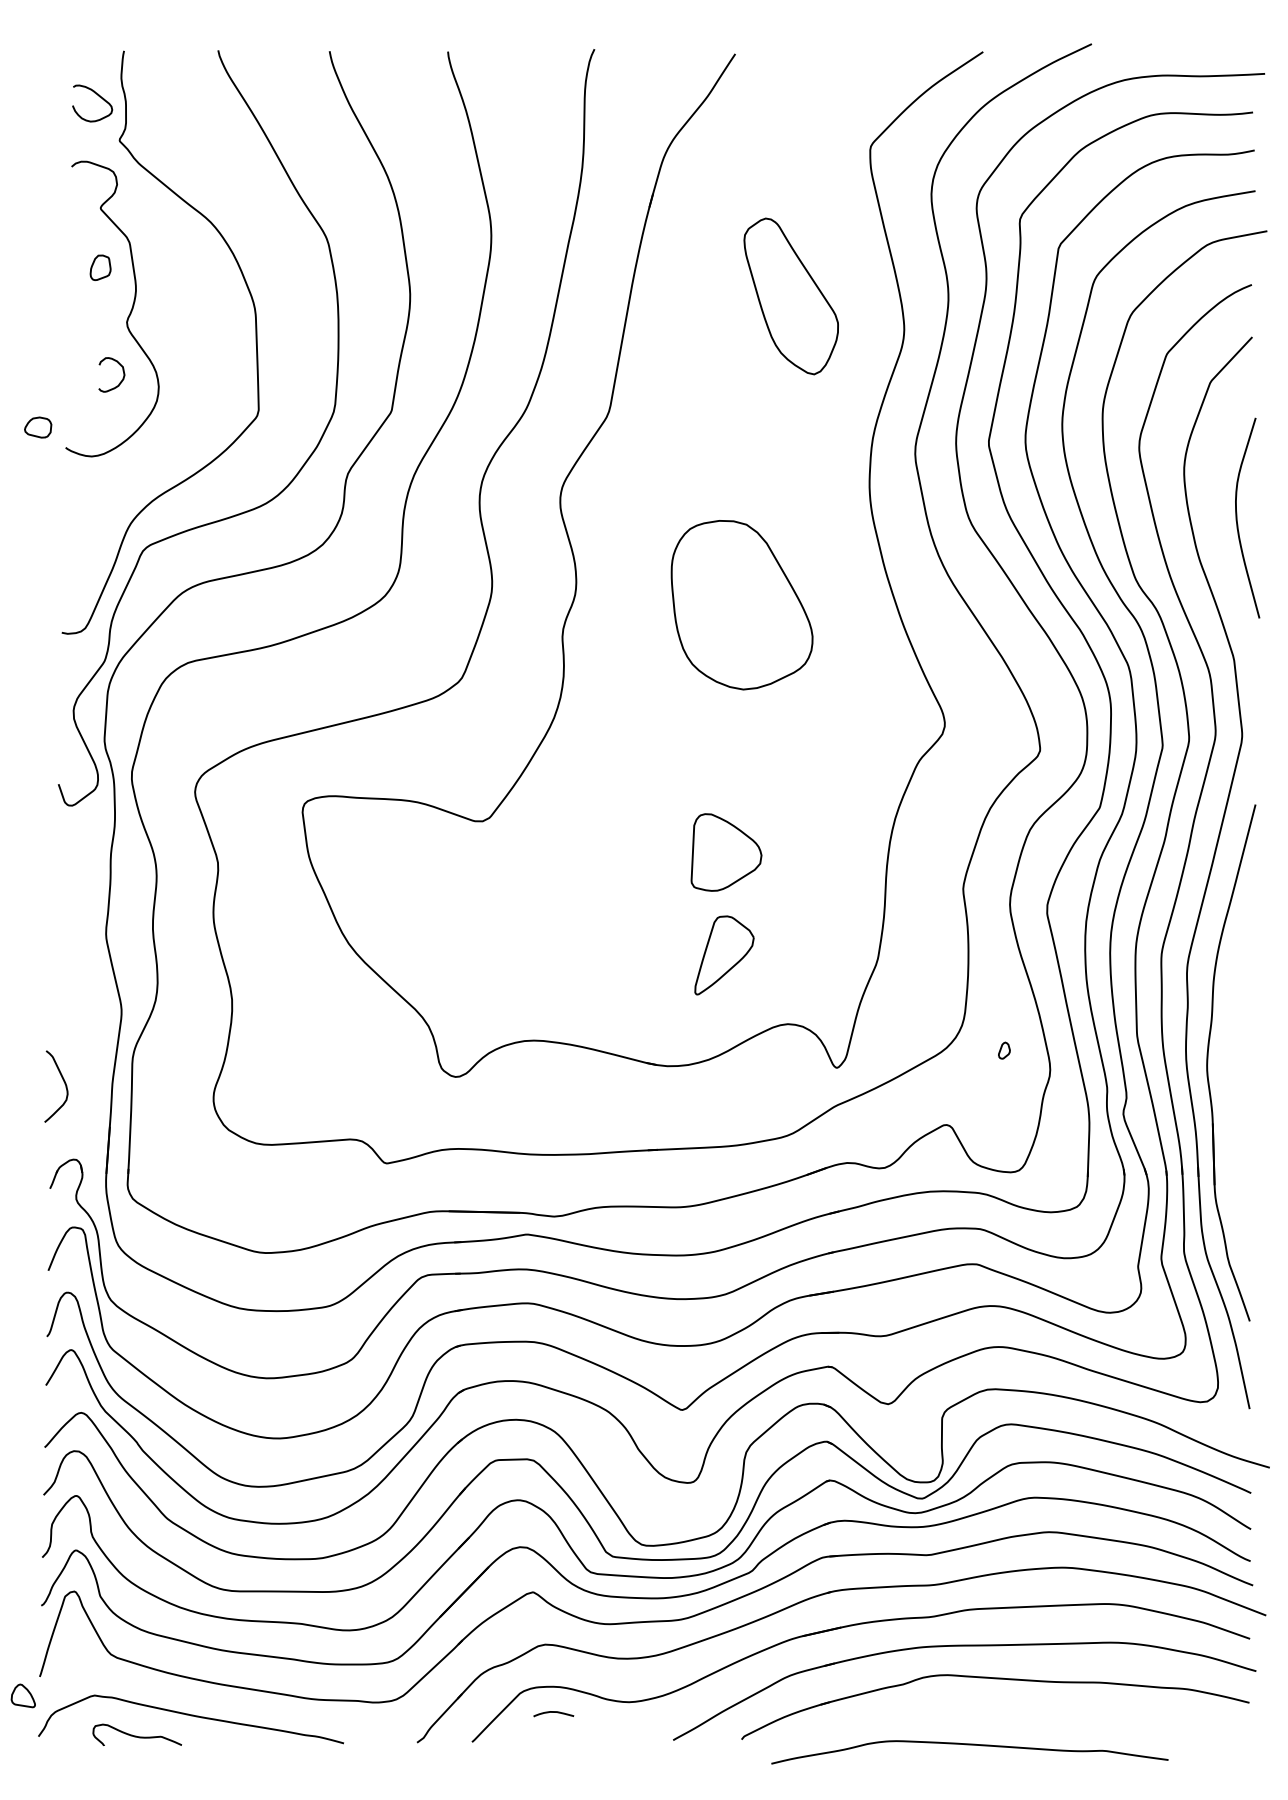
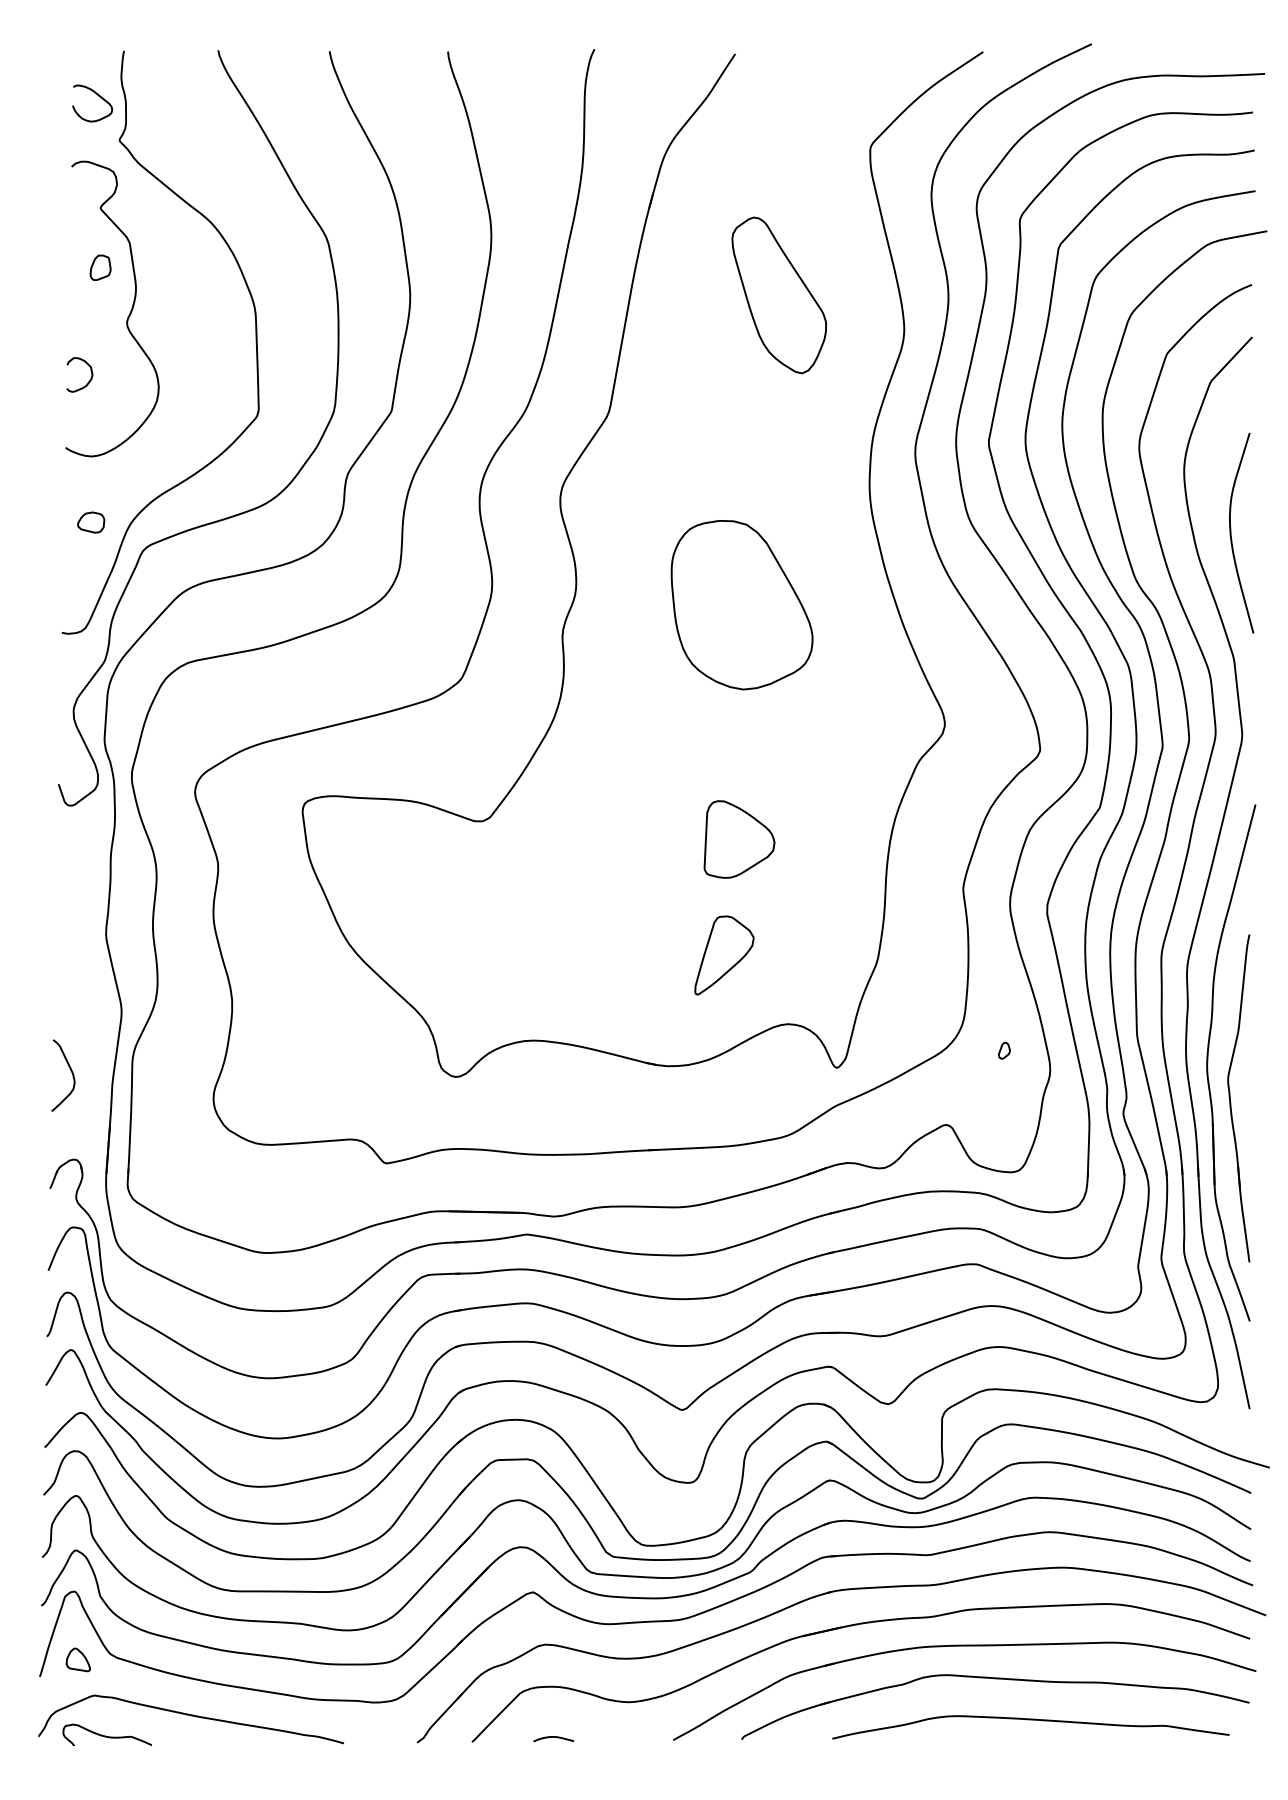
part at (790, 296) position: (790, 296) -> (778, 295)
curve at (119, 382) position: (119, 382) -> (87, 382)
part at (38, 427) position: (38, 427) -> (91, 522)
curve at (1237, 517) position: (1237, 517) -> (1231, 532)
part at (726, 852) position: (726, 852) -> (739, 839)
curve at (64, 1084) position: (64, 1084) -> (71, 1073)
part at (1230, 1098): none -> present
part at (22, 1695) position: (22, 1695) -> (77, 1659)
curve at (553, 1712) position: (553, 1712) -> (553, 1737)
curve at (136, 1735) position: (136, 1735) -> (106, 1735)
curve at (969, 1745) position: (969, 1745) -> (1030, 1720)
